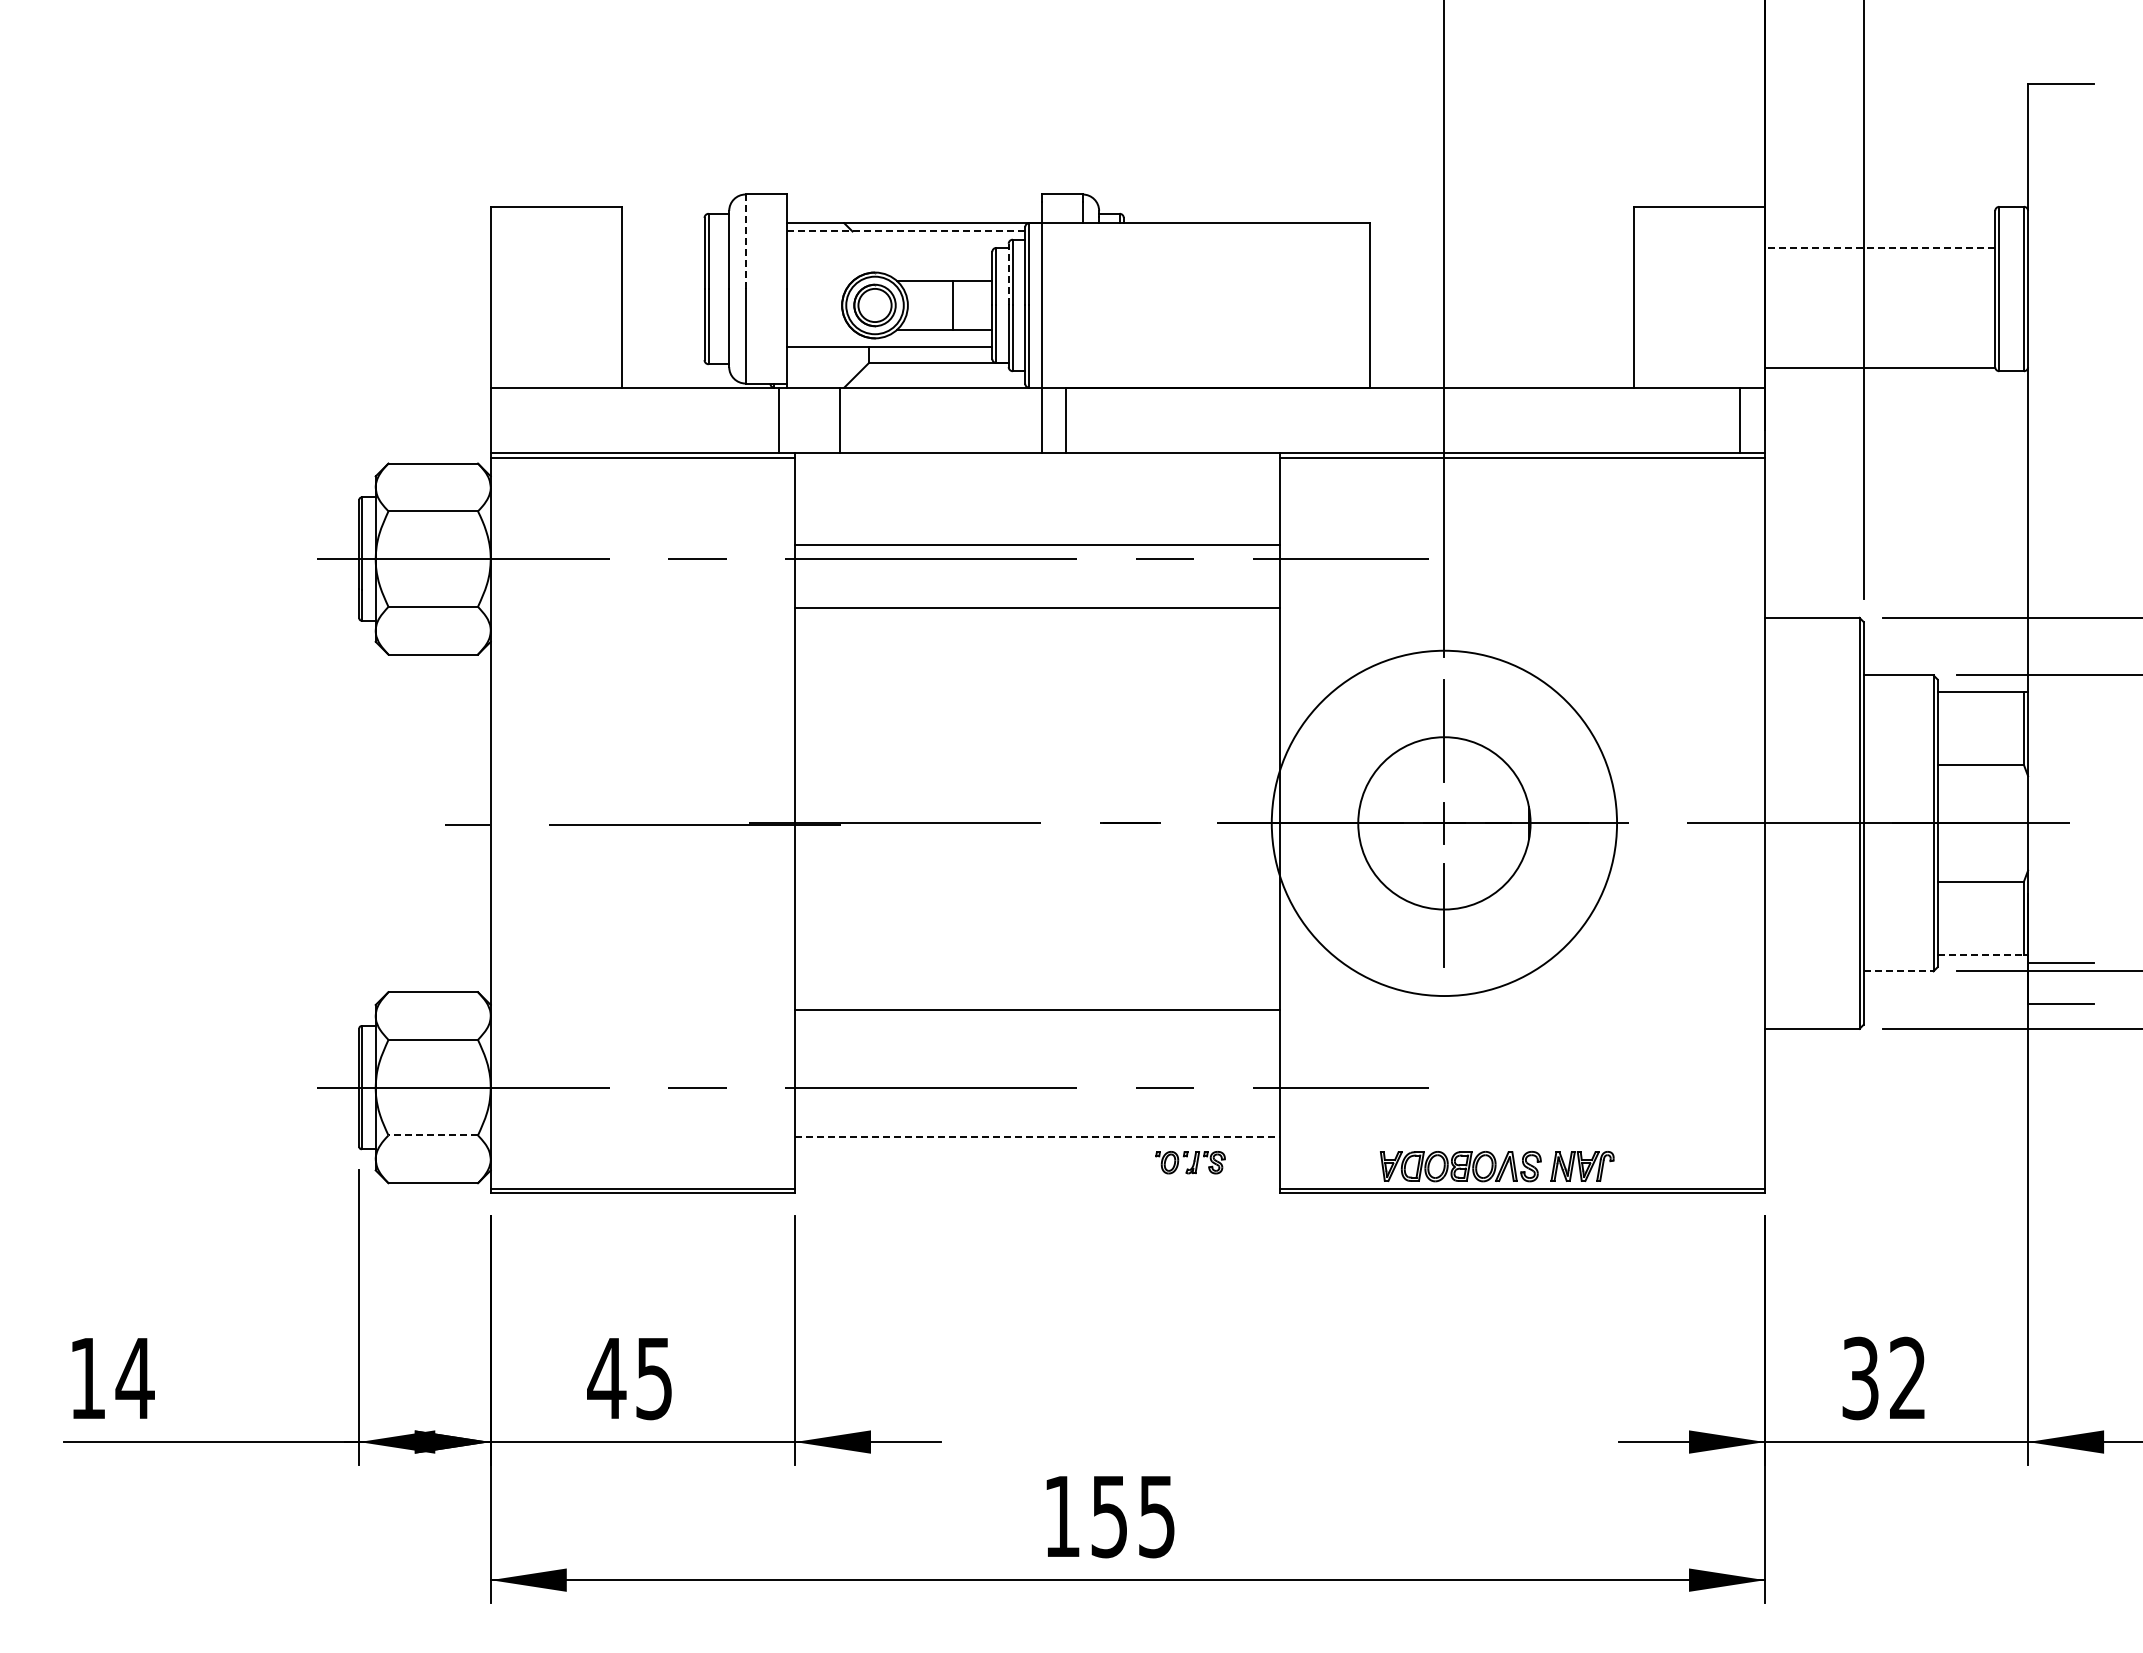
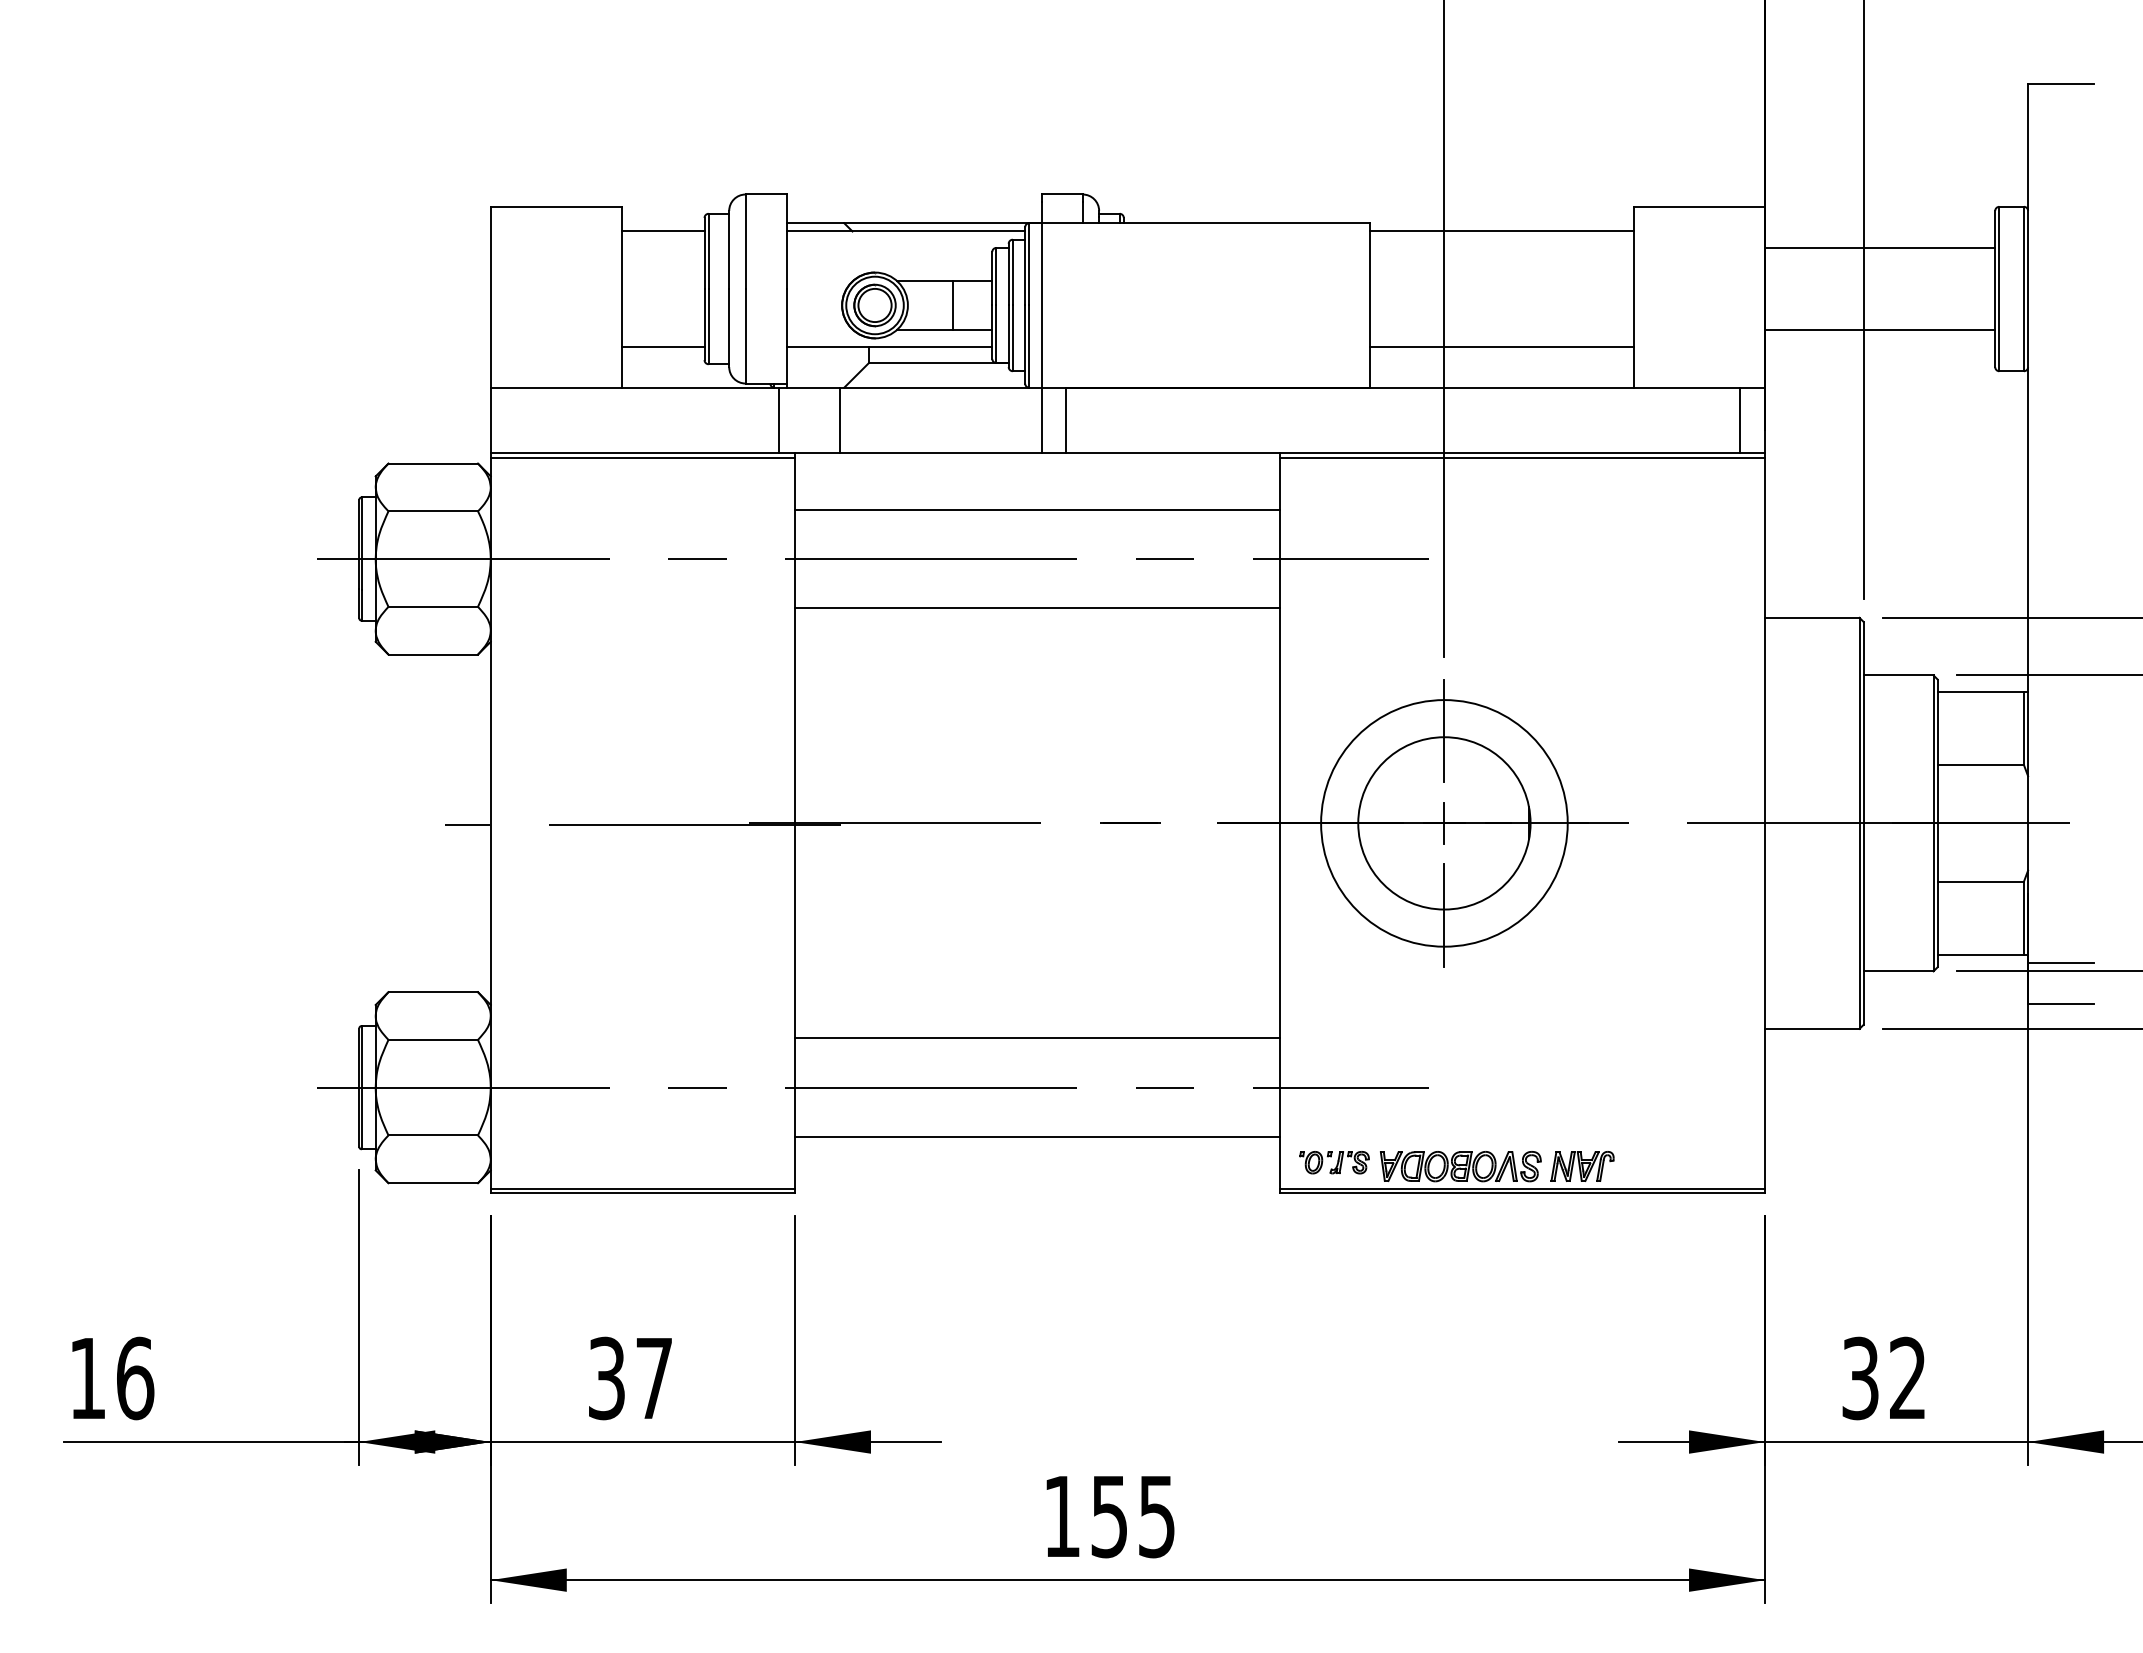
line at (663, 231): none -> present
line at (905, 231): dashed -> solid
line at (1501, 231): none -> present
line at (745, 242): dashed -> solid
line at (1879, 247): dashed -> solid
line at (1008, 274): dashed -> solid
line at (663, 346): none -> present
line at (1501, 346): none -> present
line at (1880, 368) position: (1880, 368) -> (1880, 330)
line at (1037, 544) position: (1037, 544) -> (1037, 509)
circle at (1444, 823) diameter: 345 px -> 247 px
line at (1981, 954): dashed -> solid
line at (1898, 971): dashed -> solid
line at (1037, 1010) position: (1037, 1010) -> (1037, 1038)
line at (433, 1135): dashed -> solid
line at (1037, 1137): dashed -> solid
part at (1190, 1162) position: (1190, 1162) -> (1334, 1162)
text at (134, 1378): 14 -> 16
text at (629, 1378): 45 -> 37
